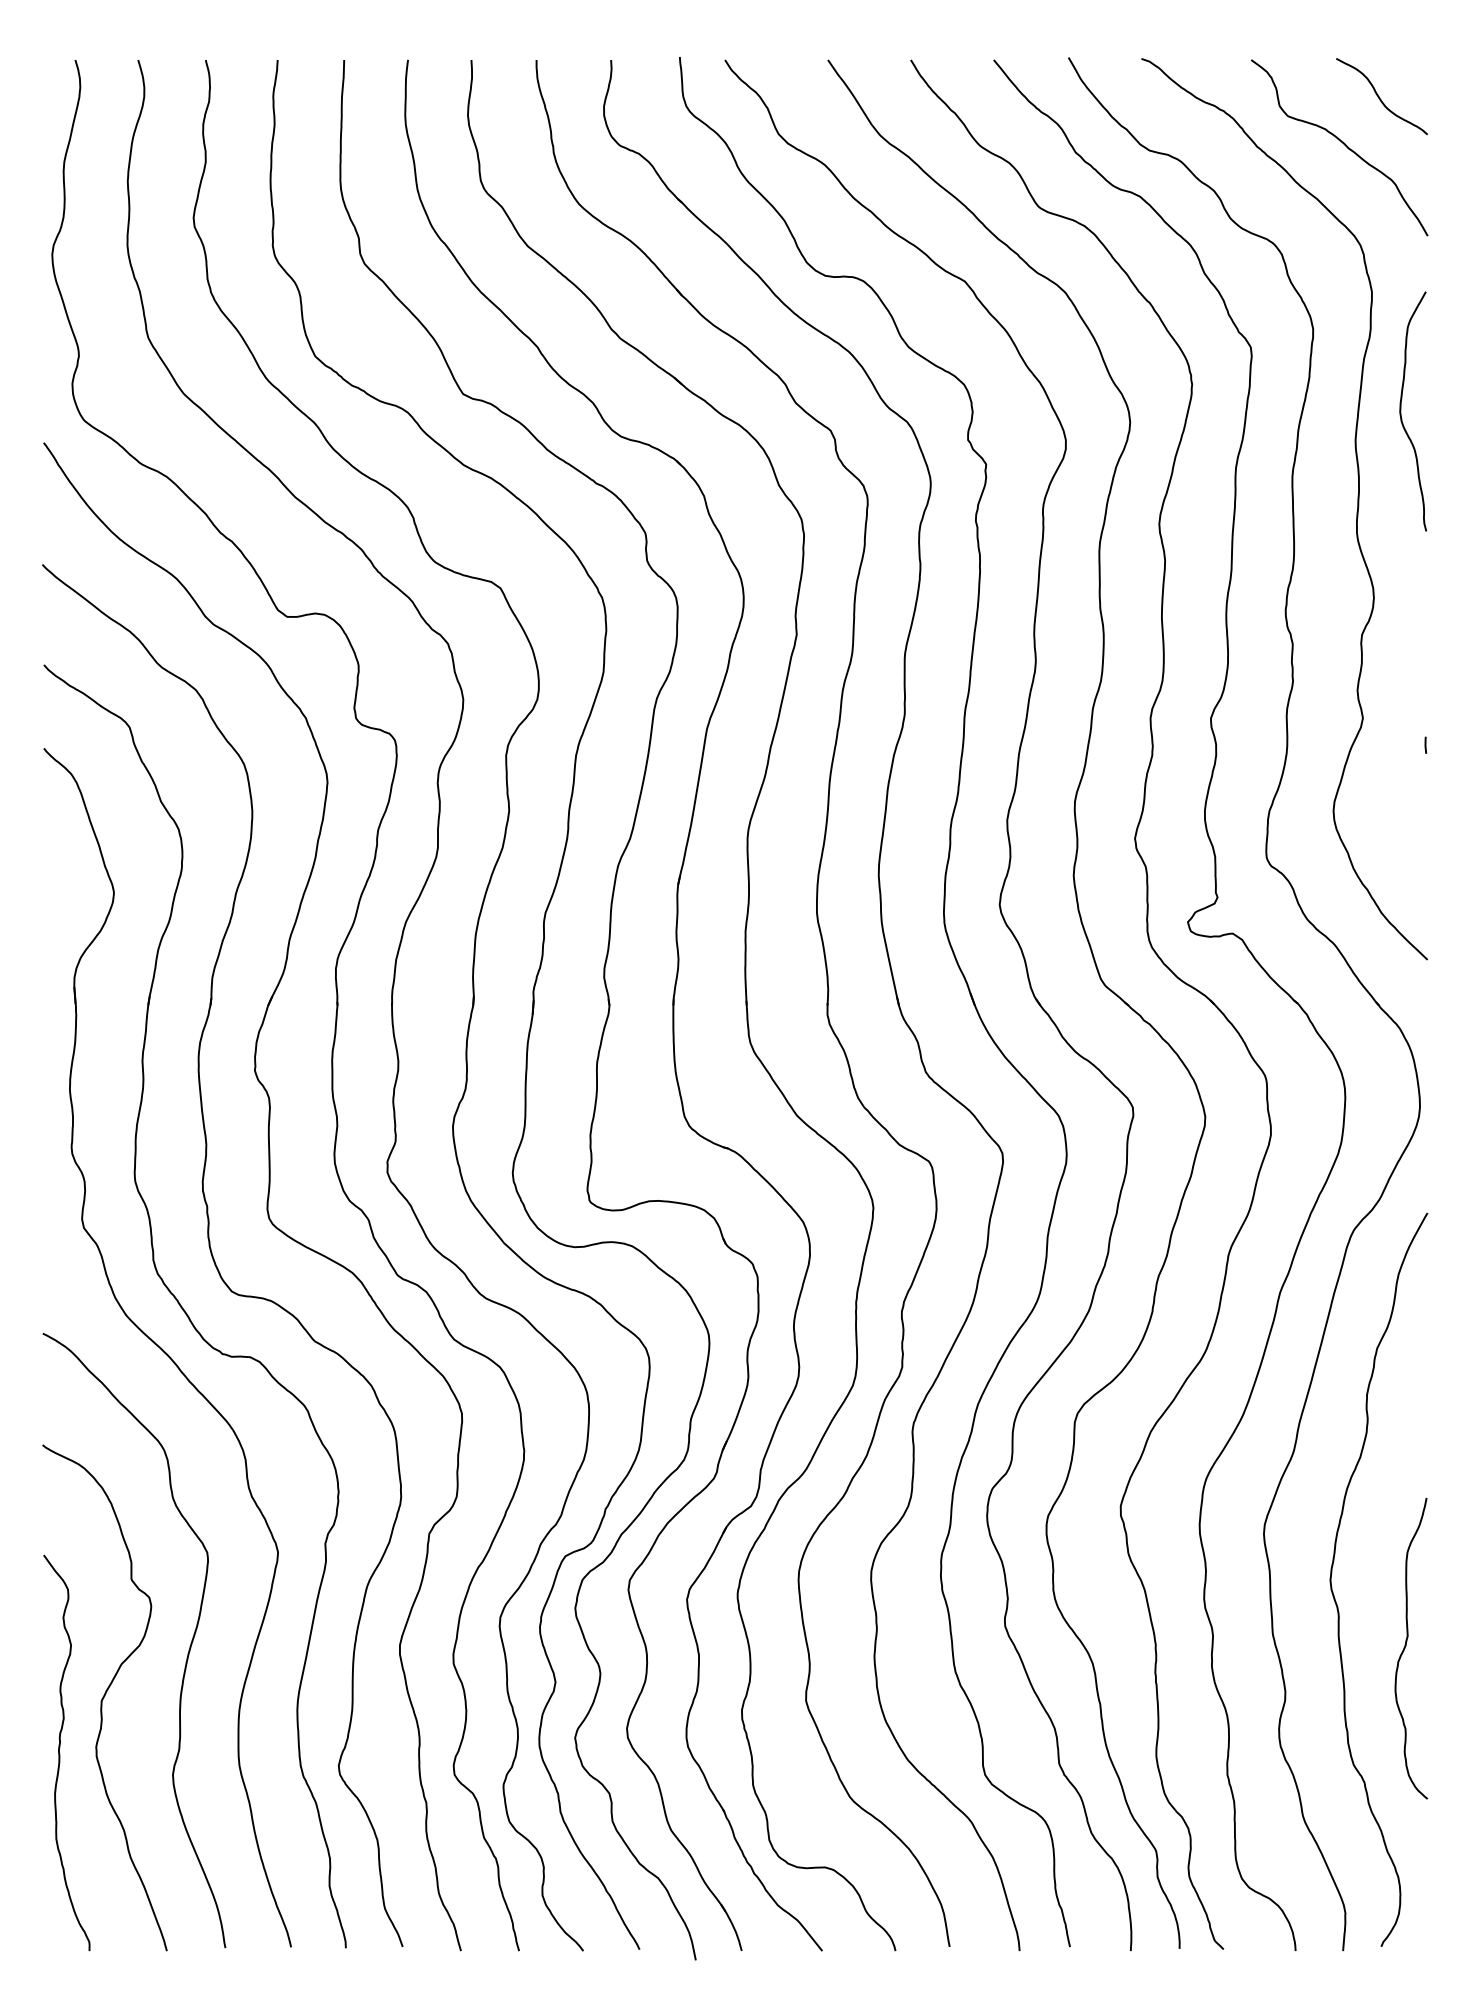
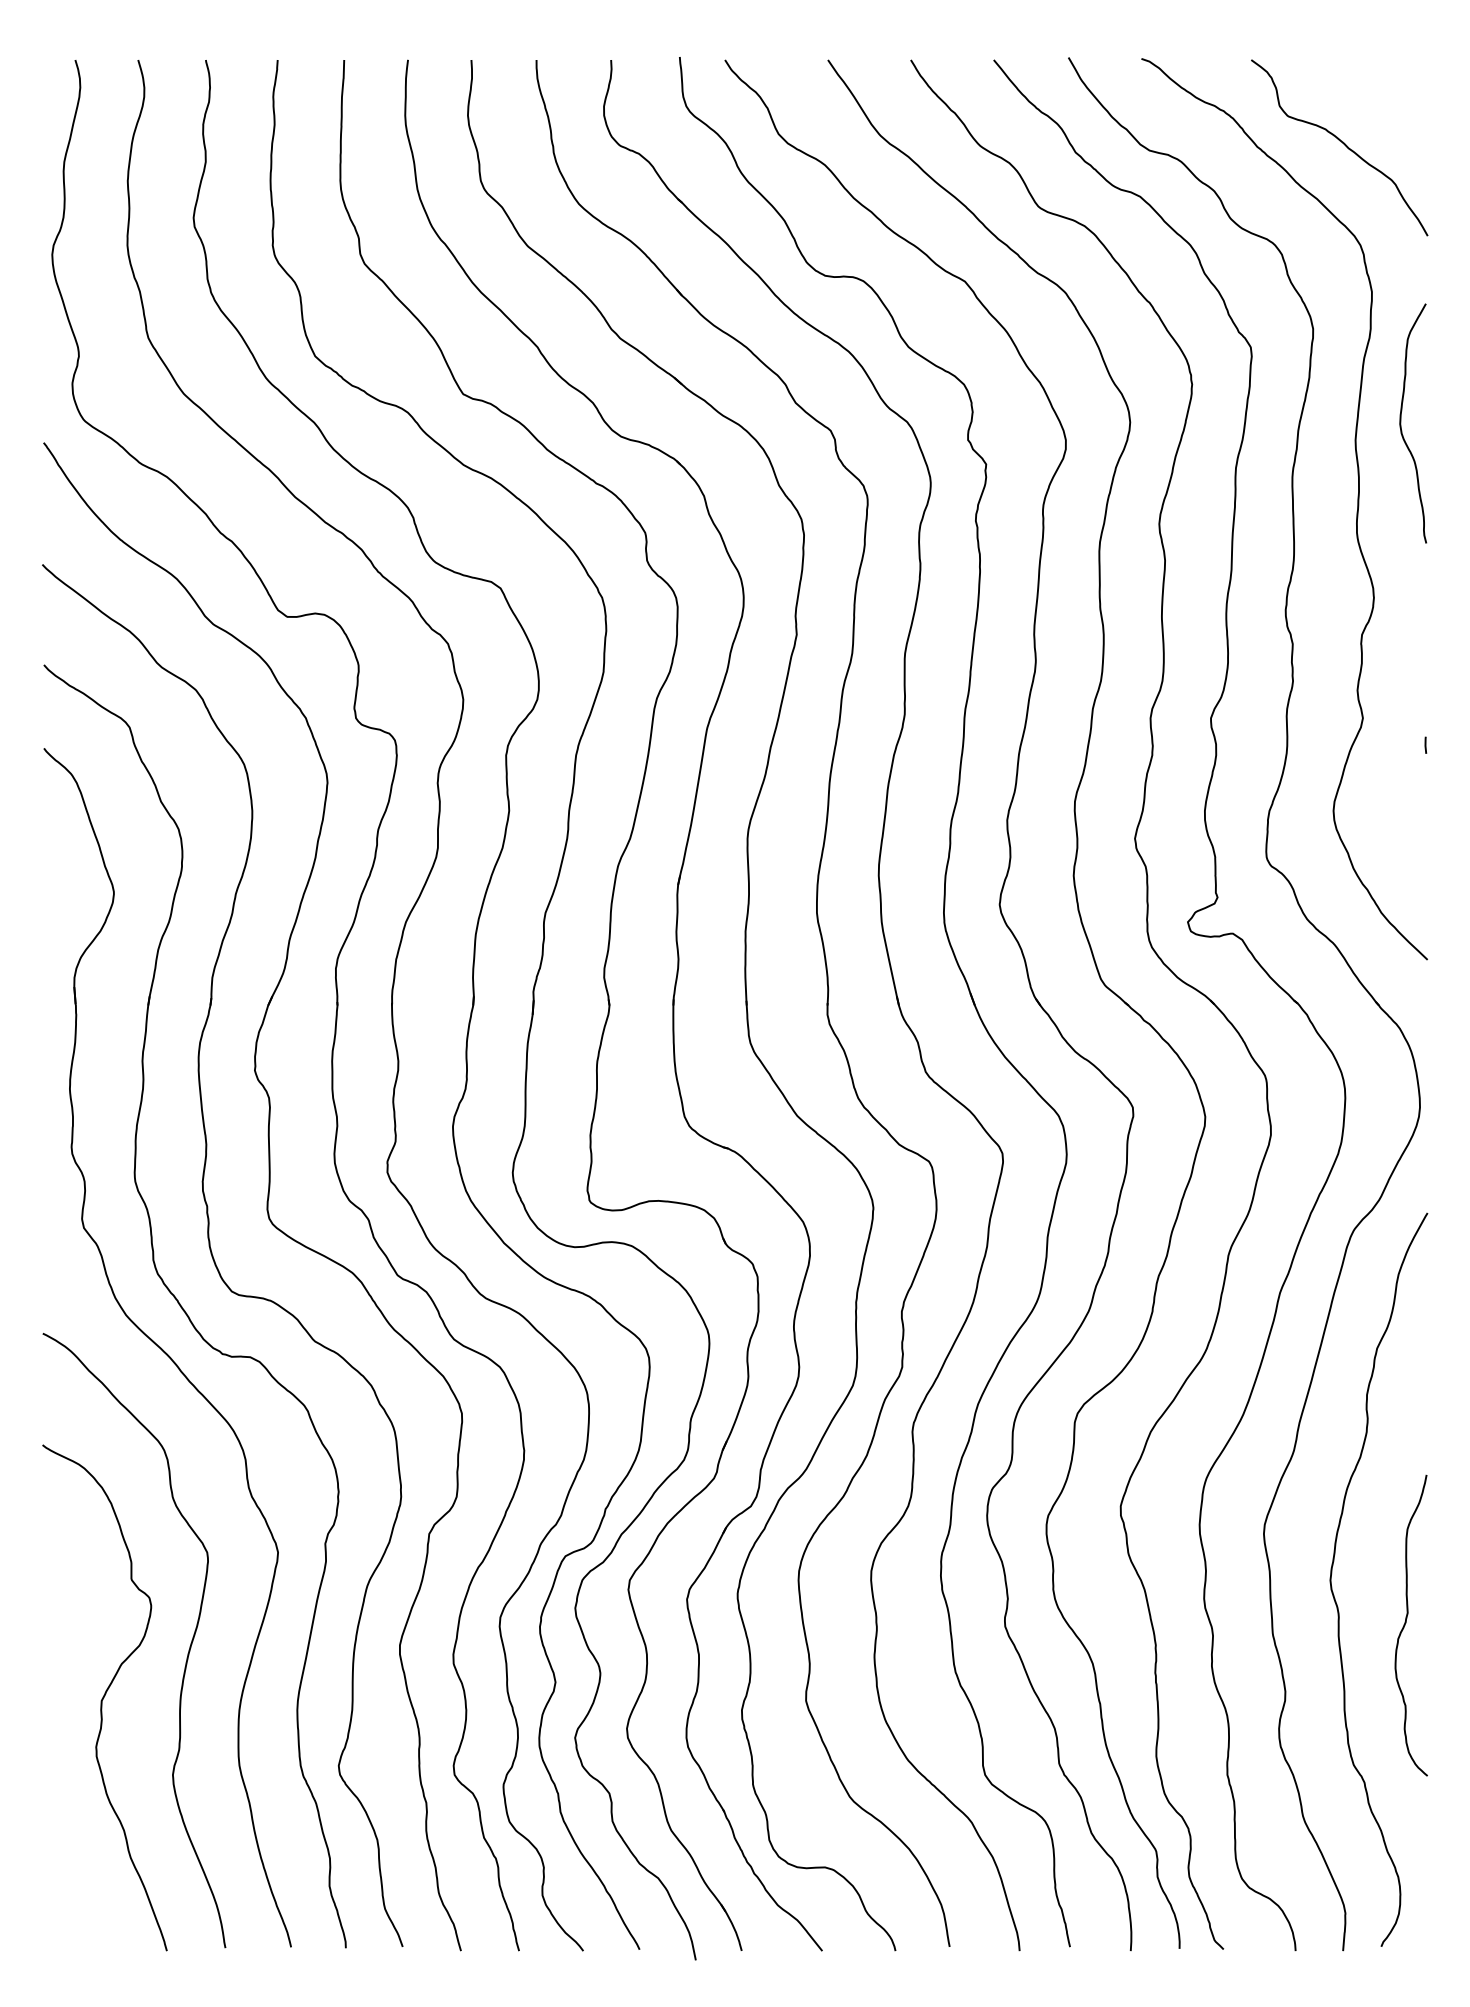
curve at (1380, 97): present -> none
curve at (1401, 411) position: (1401, 411) -> (1401, 423)
curve at (1406, 1646) position: (1406, 1646) -> (1406, 1623)
curve at (60, 1753): present -> none
